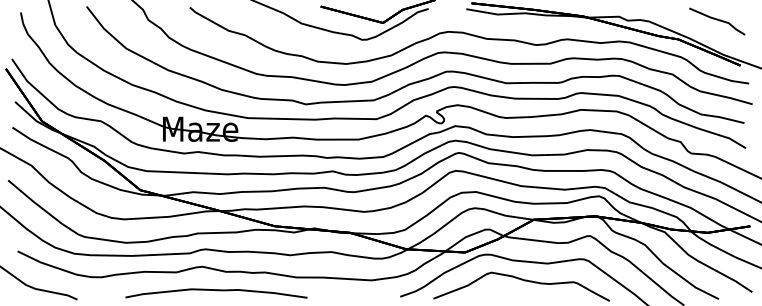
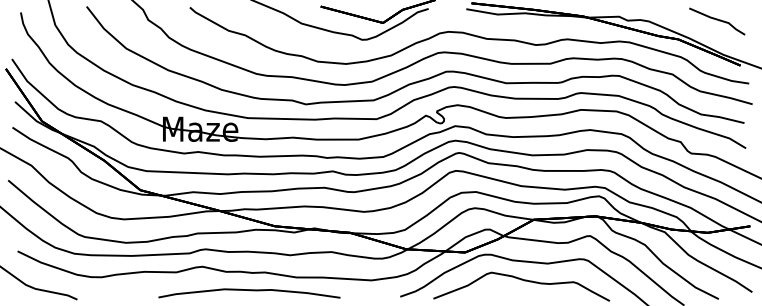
curve at (217, 291) position: (217, 291) -> (250, 291)
